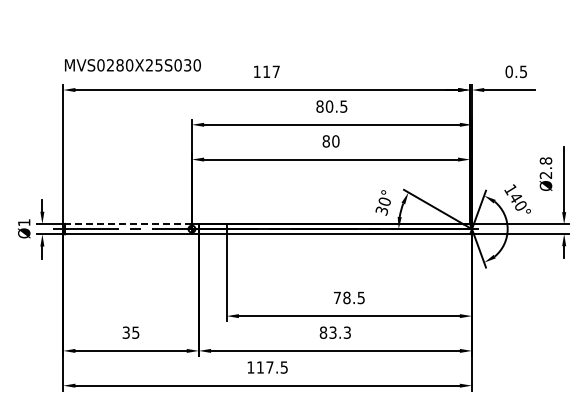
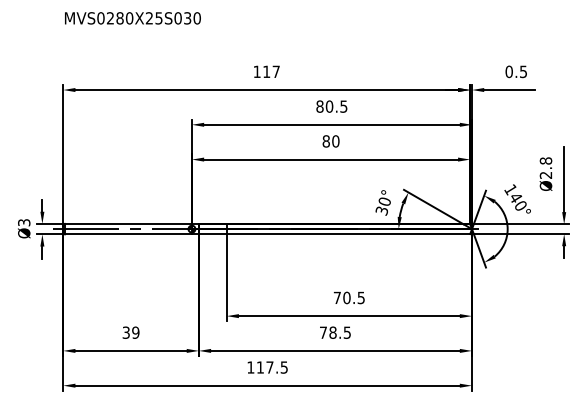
text at (132, 65) position: (132, 65) -> (132, 18)
text at (24, 222): Ø1 -> Ø3
line at (127, 223): dashed -> solid
text at (346, 297): 78.5 -> 70.5
text at (135, 332): 35 -> 39
text at (334, 332): 83.3 -> 78.5
